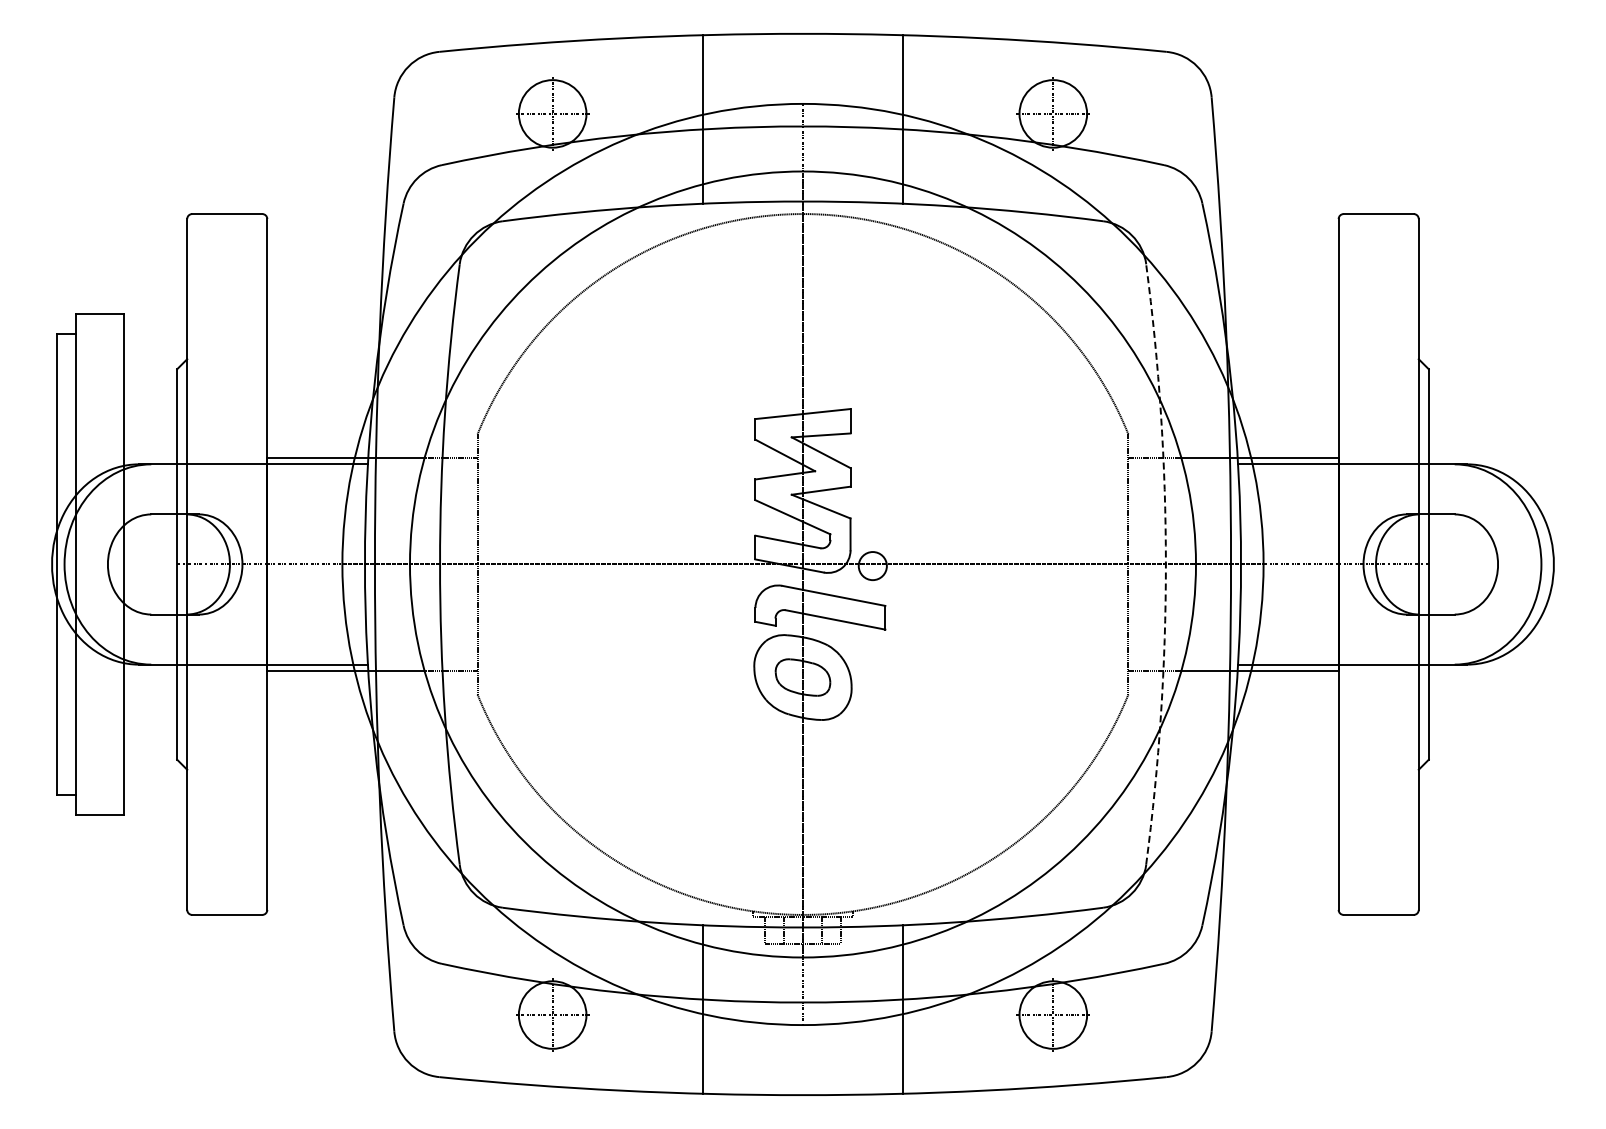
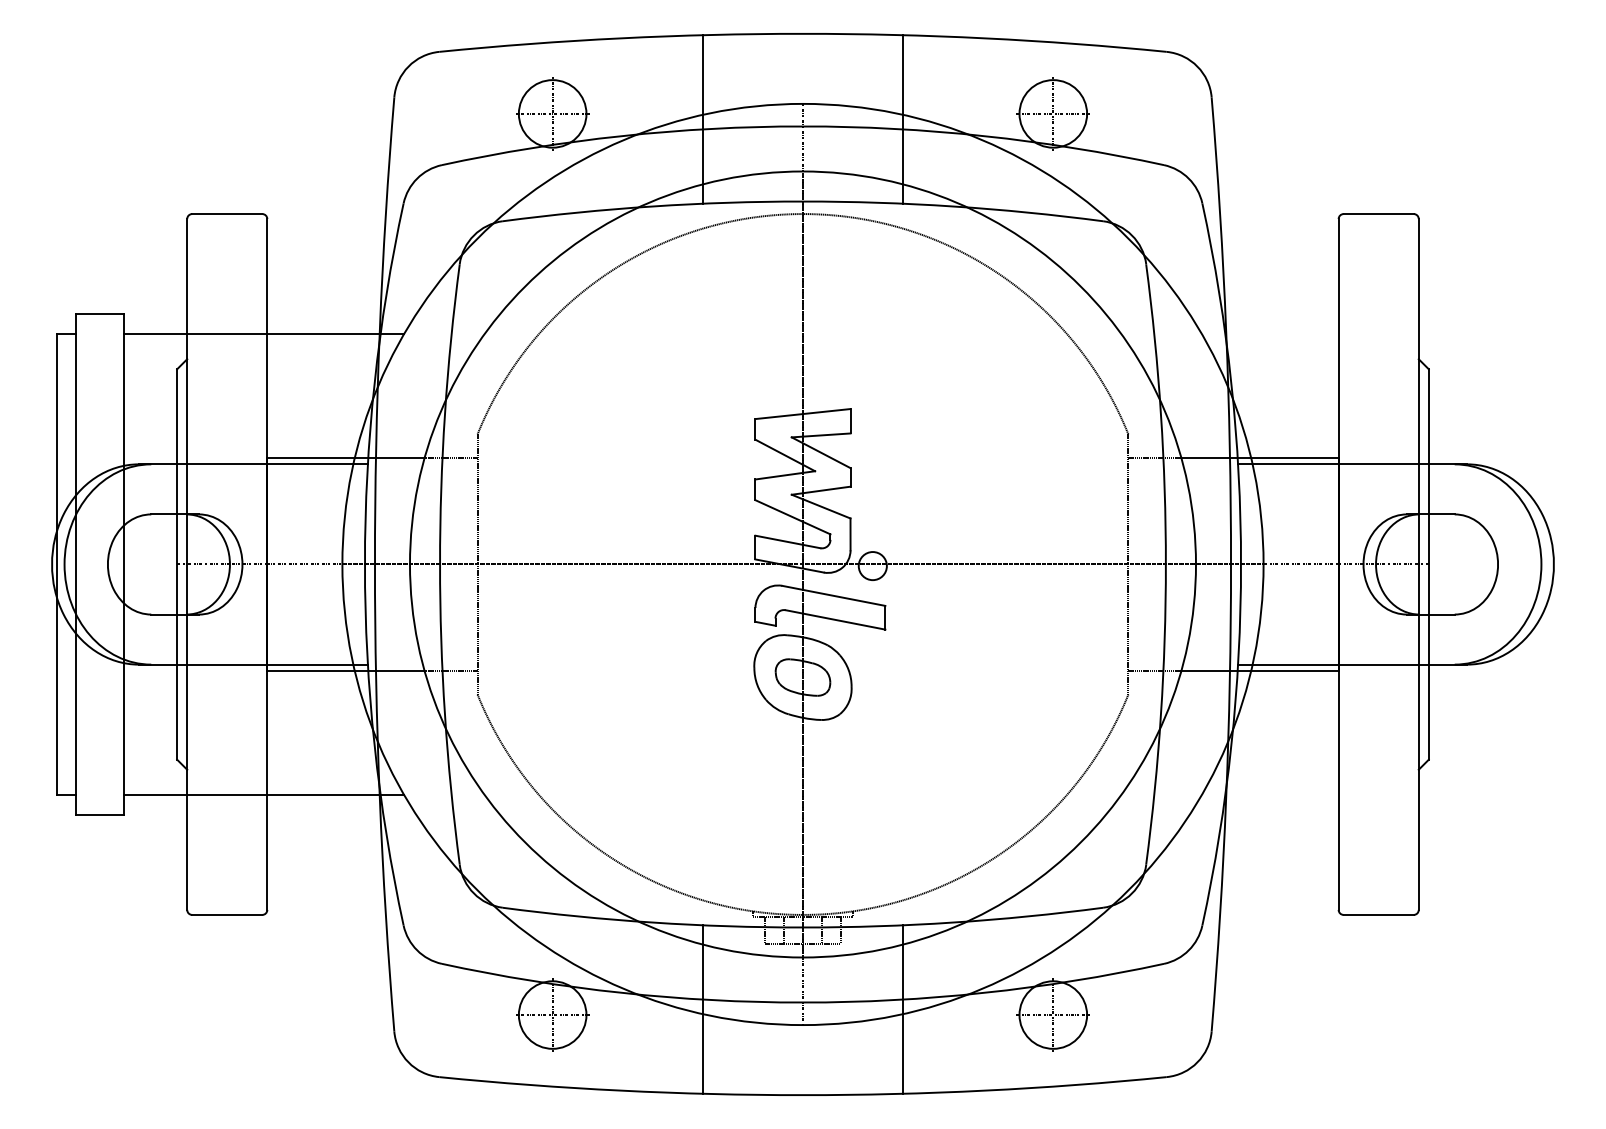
line at (263, 334): none -> present
arc at (1165, 564): dashed -> solid
line at (263, 794): none -> present
